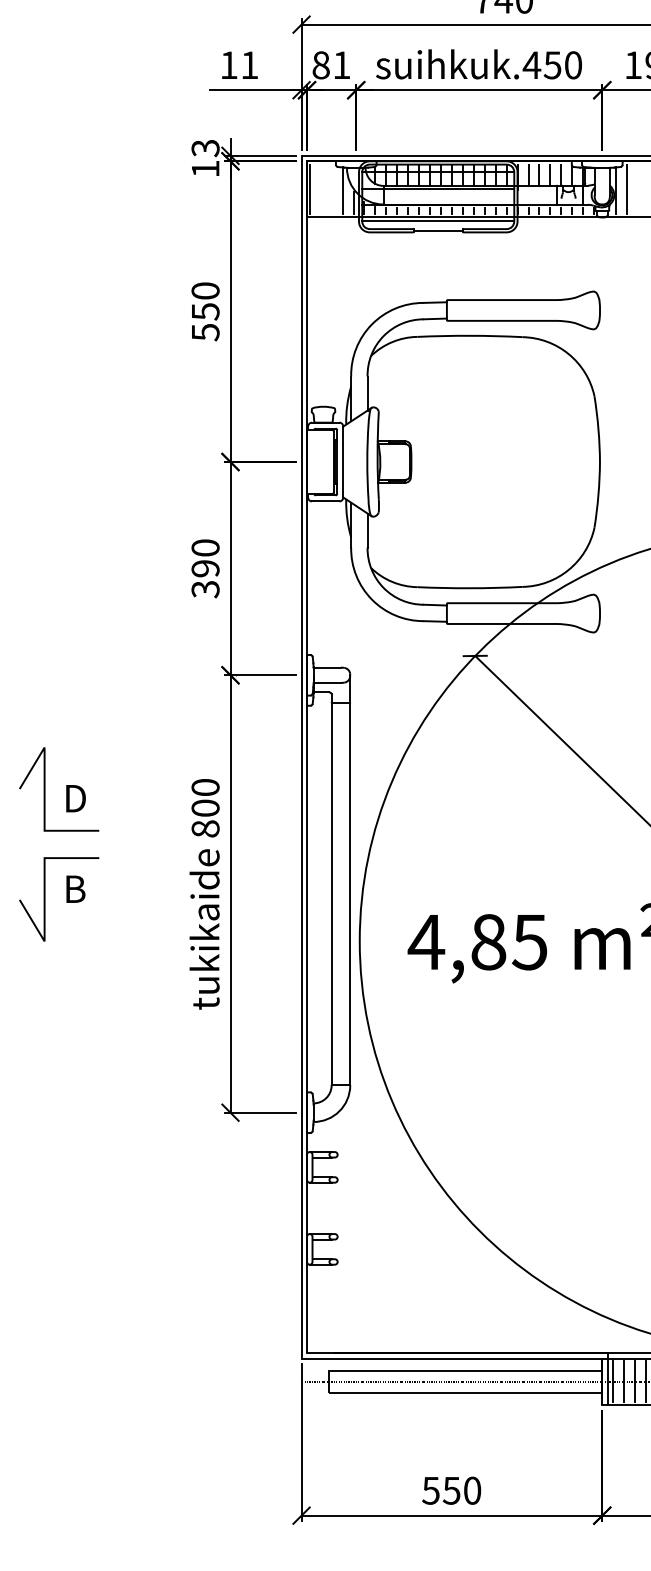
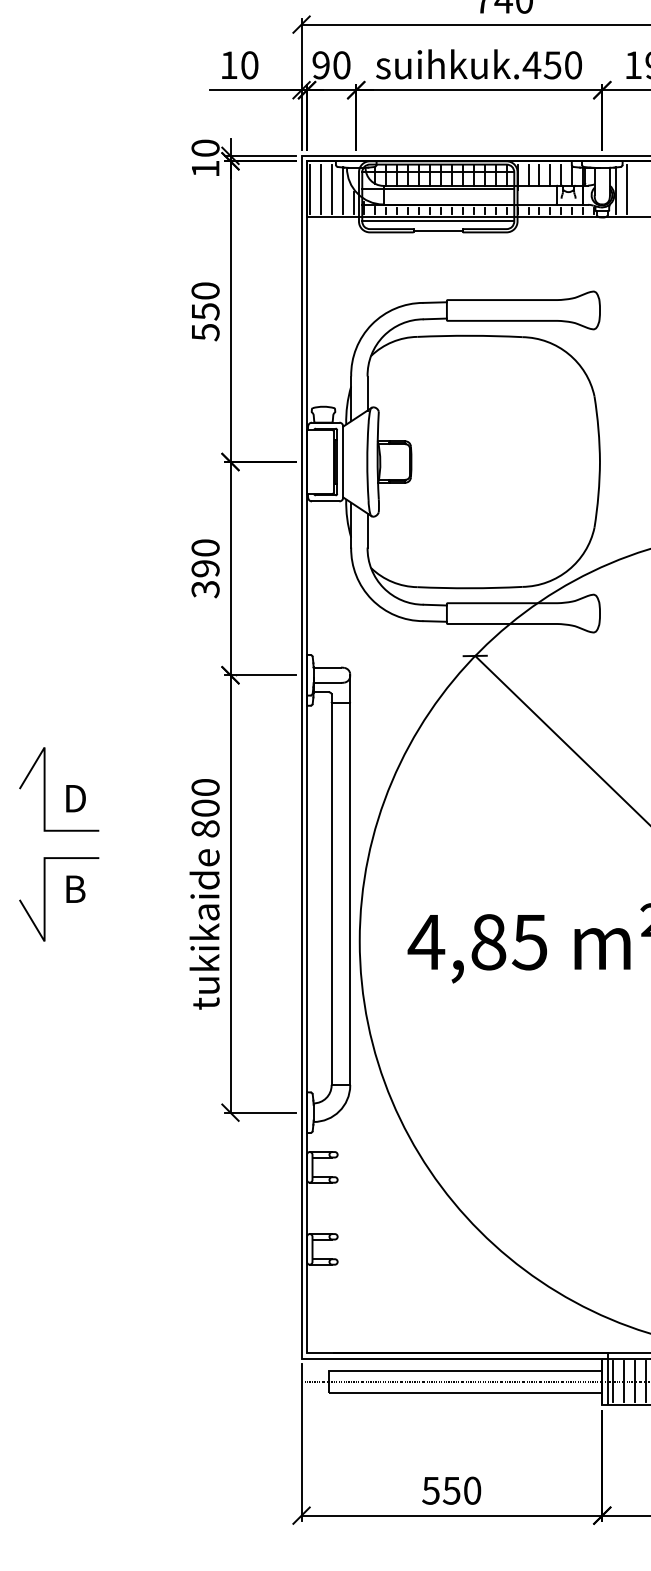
text at (249, 65): 11 -> 10
text at (331, 65): 81 -> 90
text at (205, 148): 13 -> 10
line at (320, 188): none -> present
line at (331, 188): none -> present
